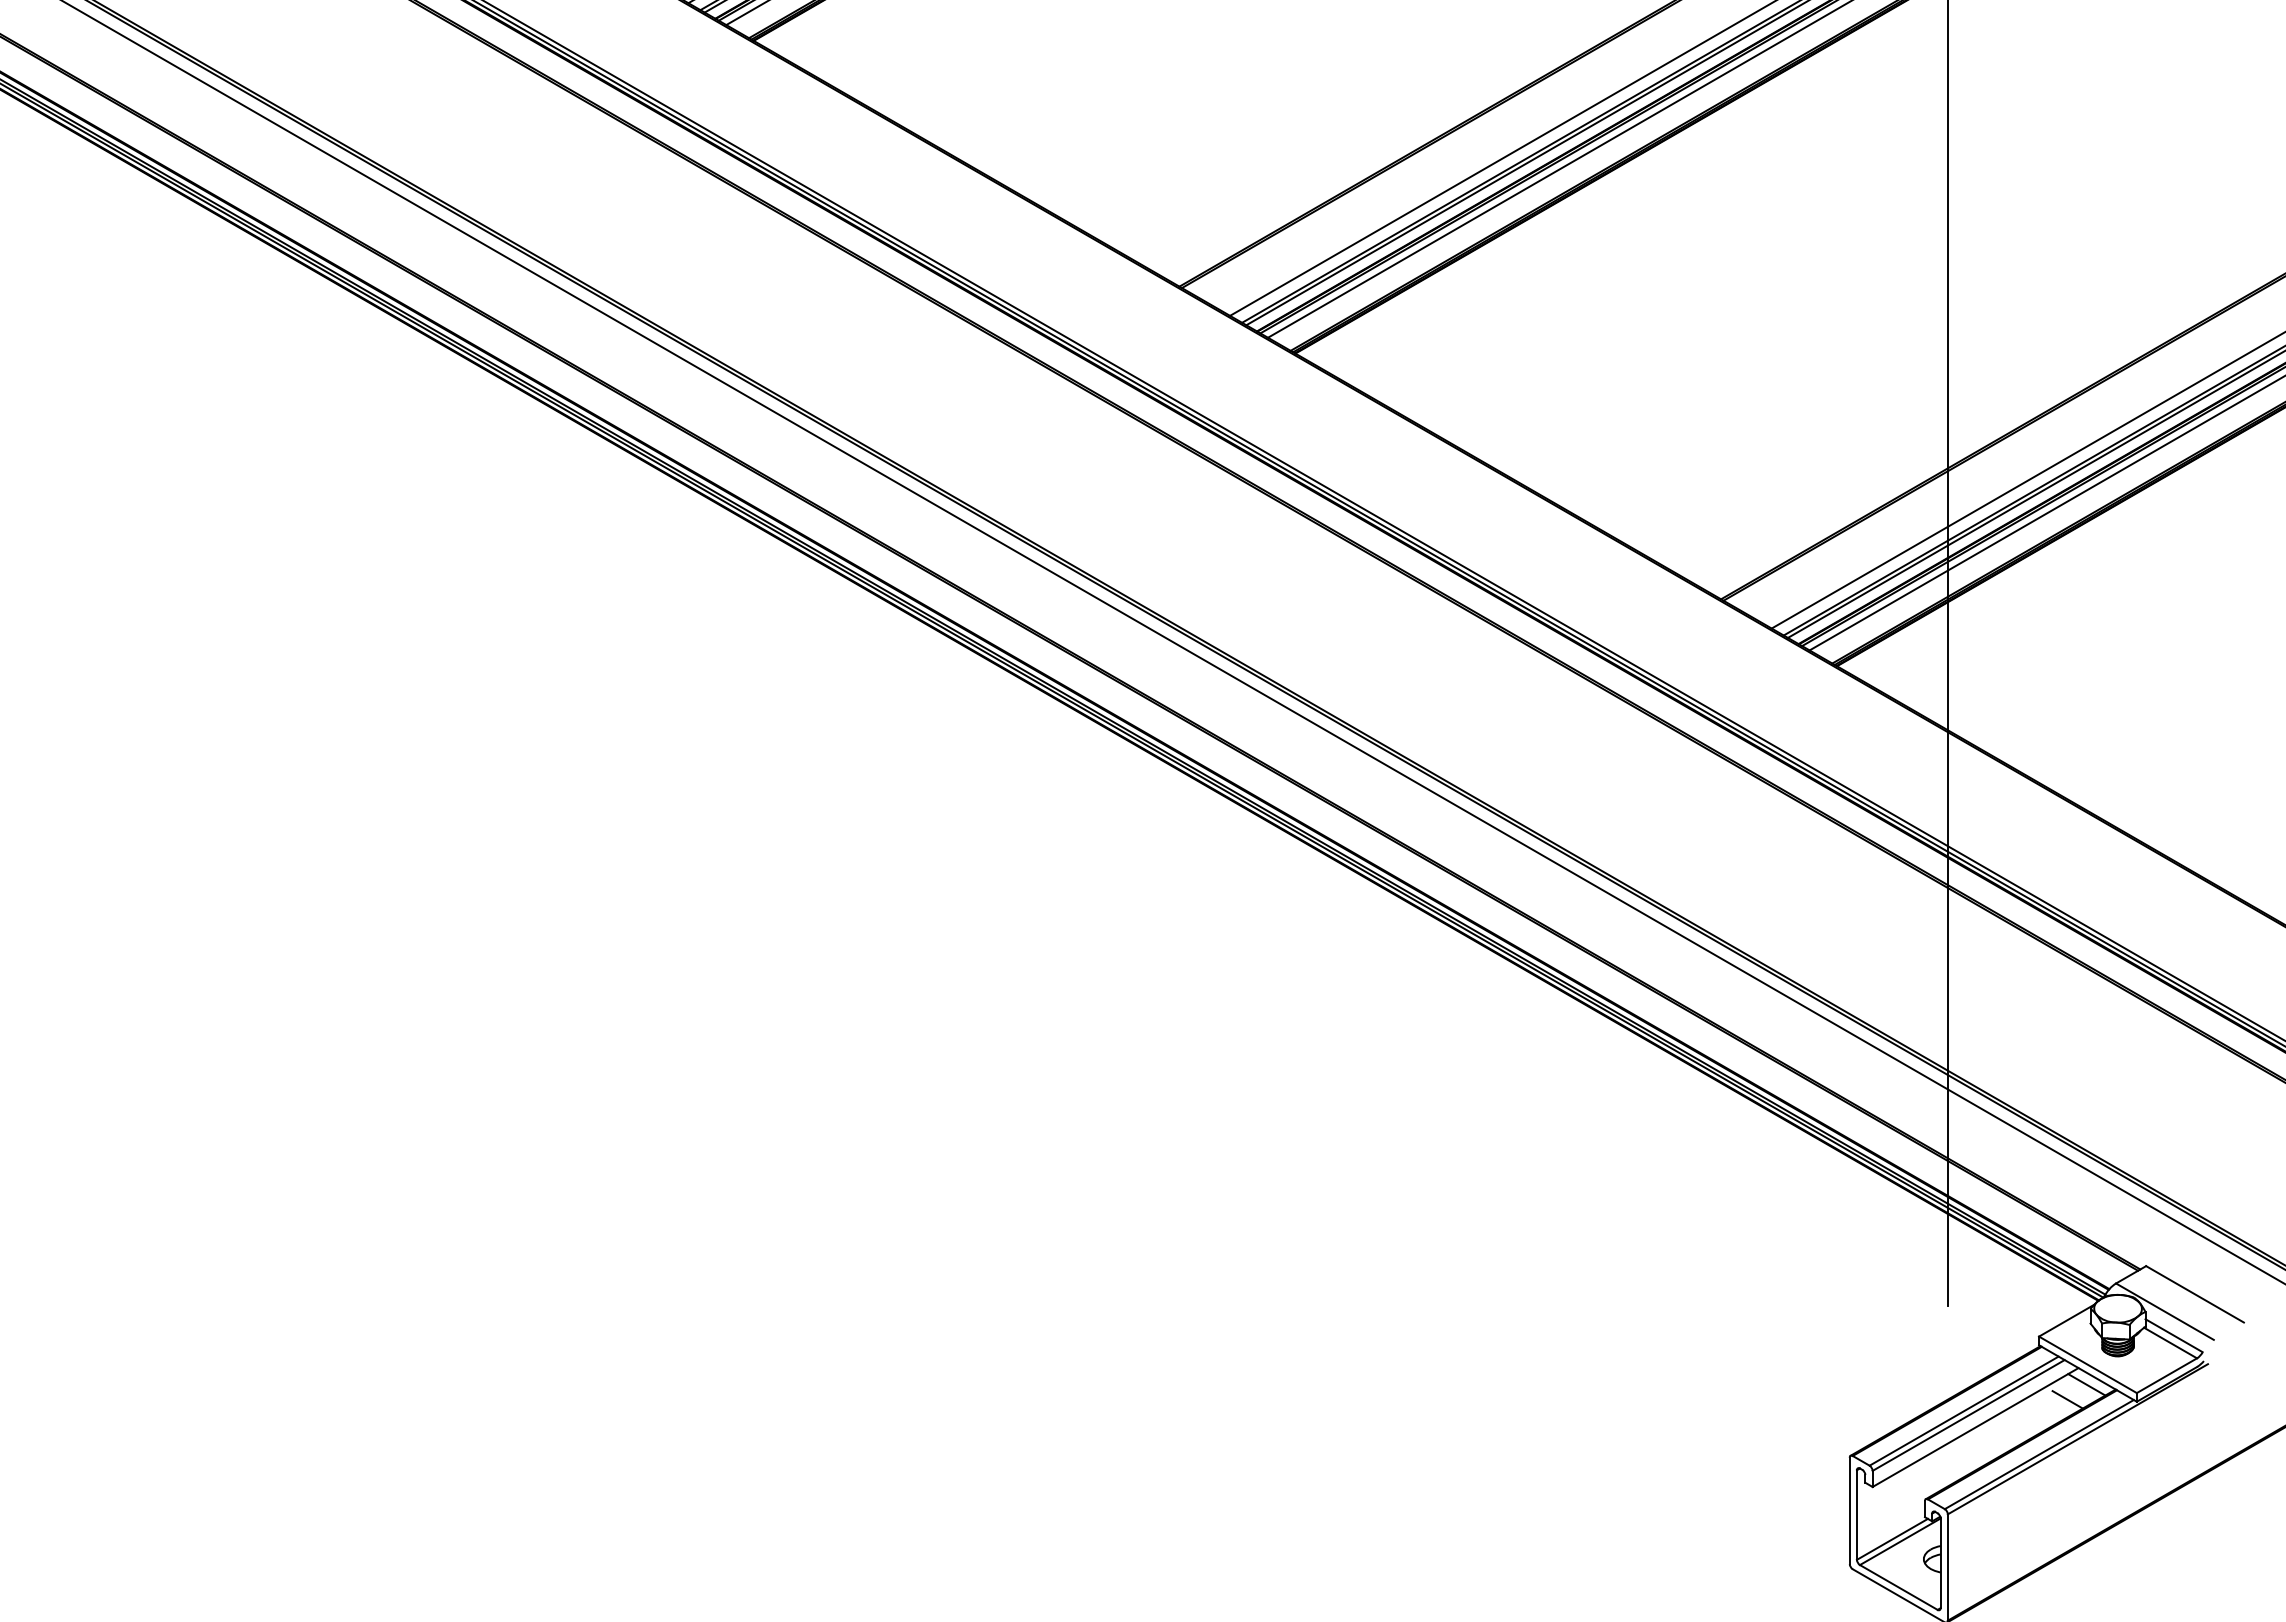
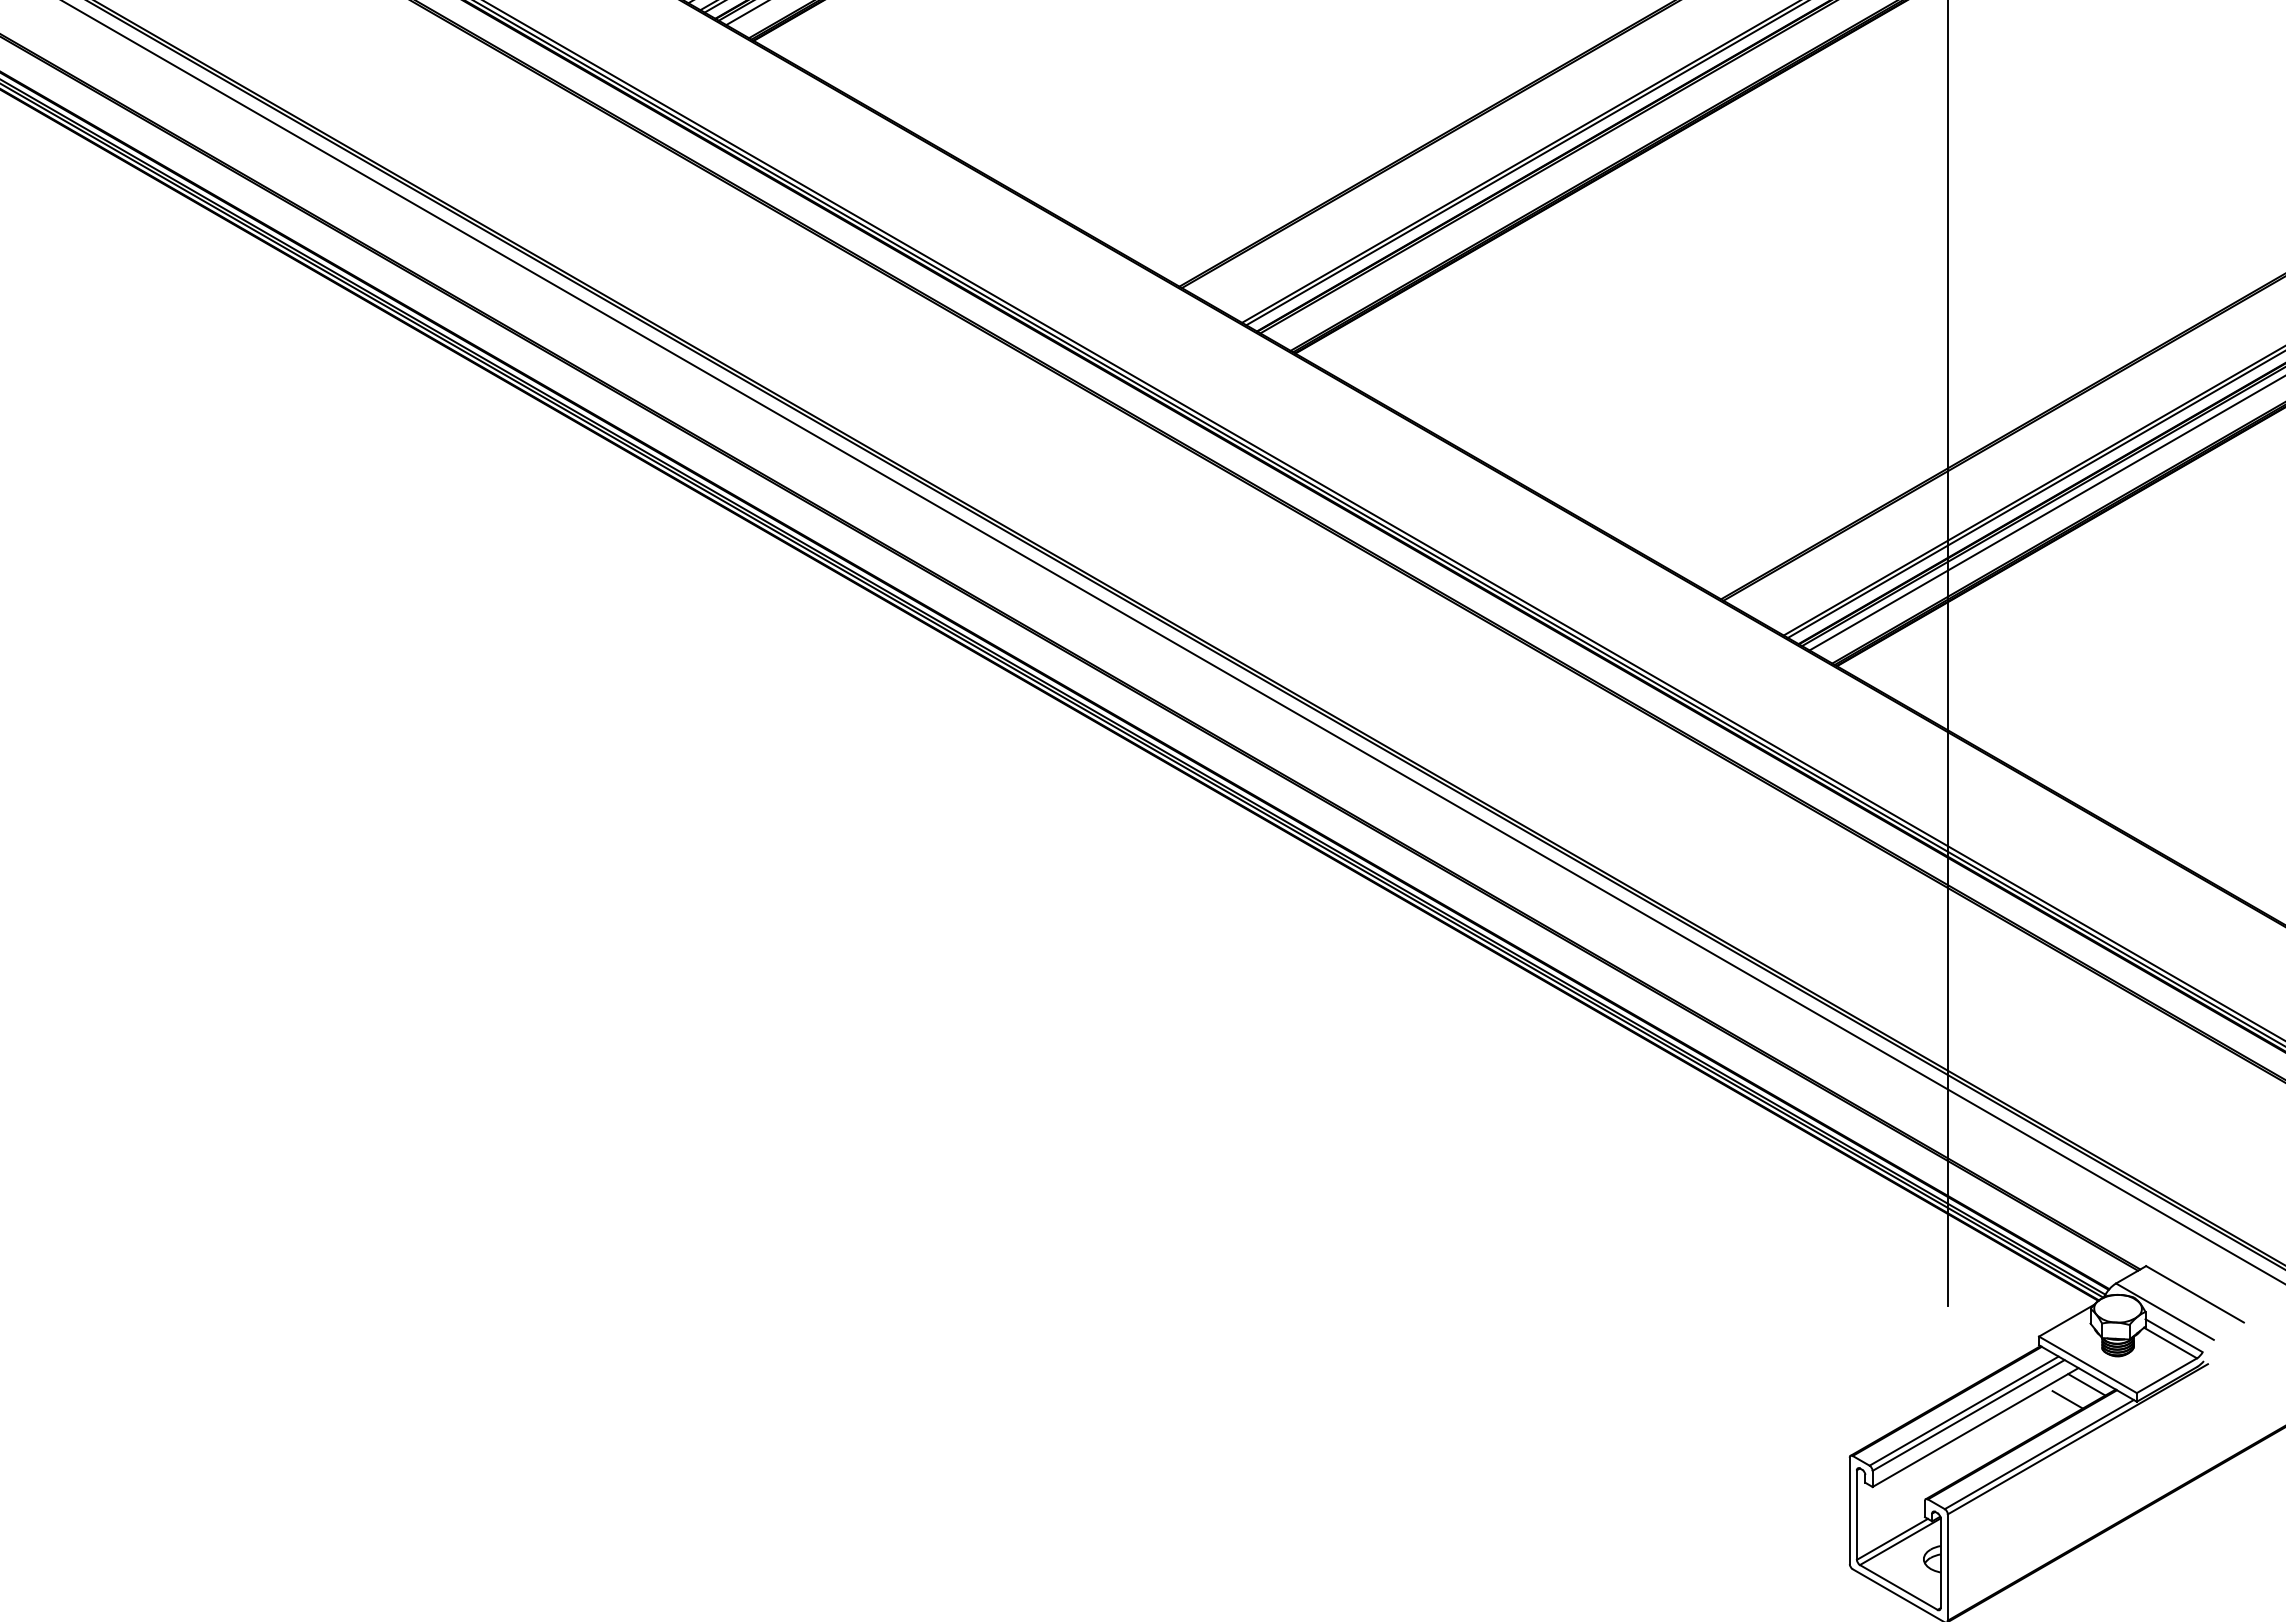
line at (1501, 158): present -> none
line at (1558, 169): present -> none
line at (2026, 480): present -> none
